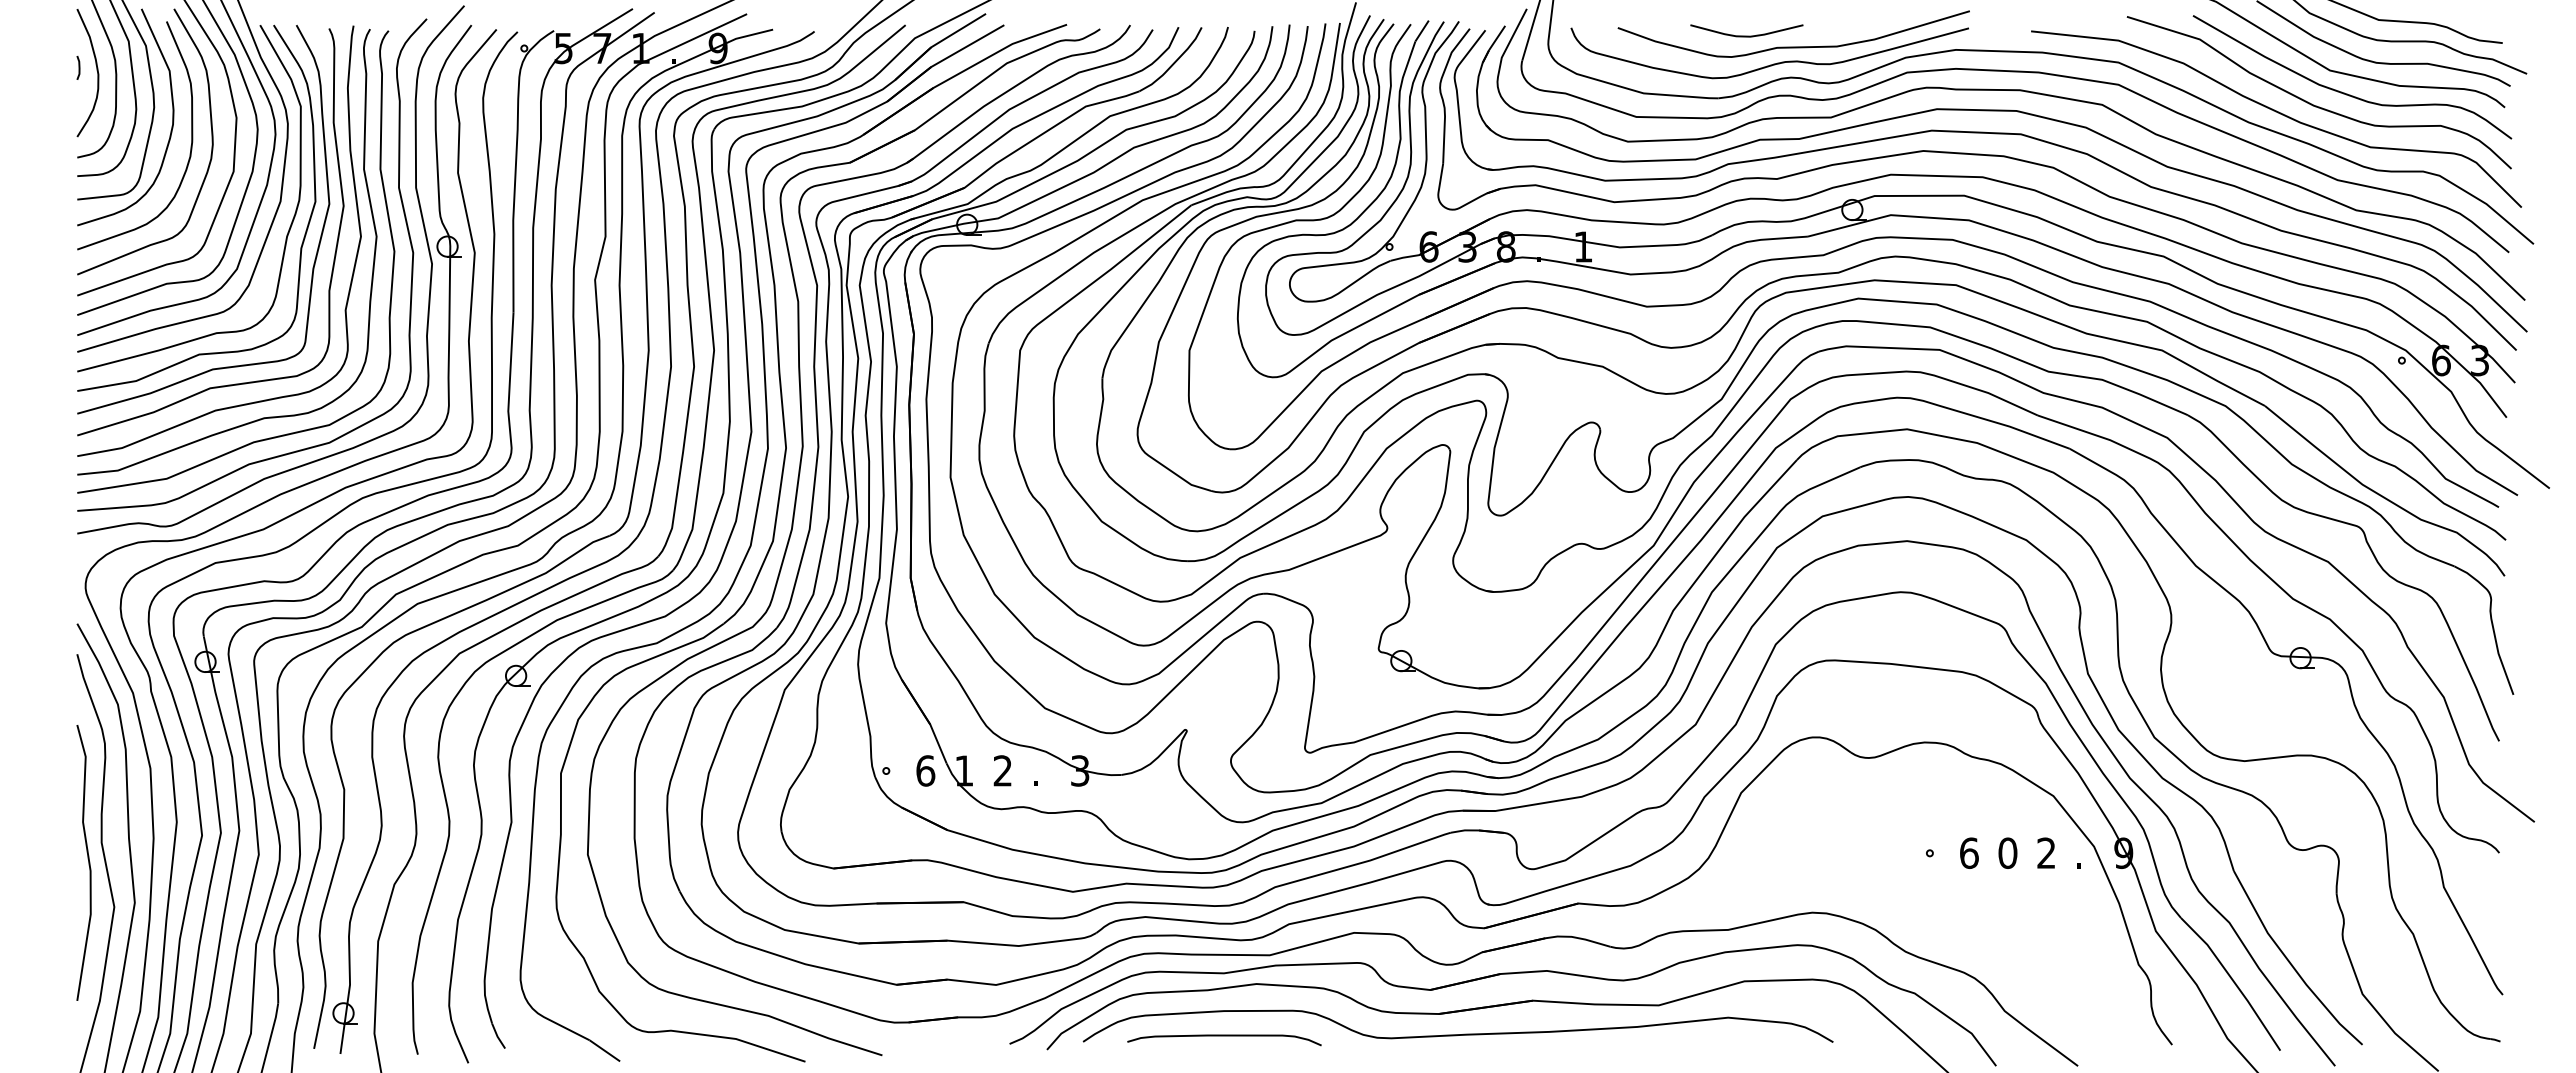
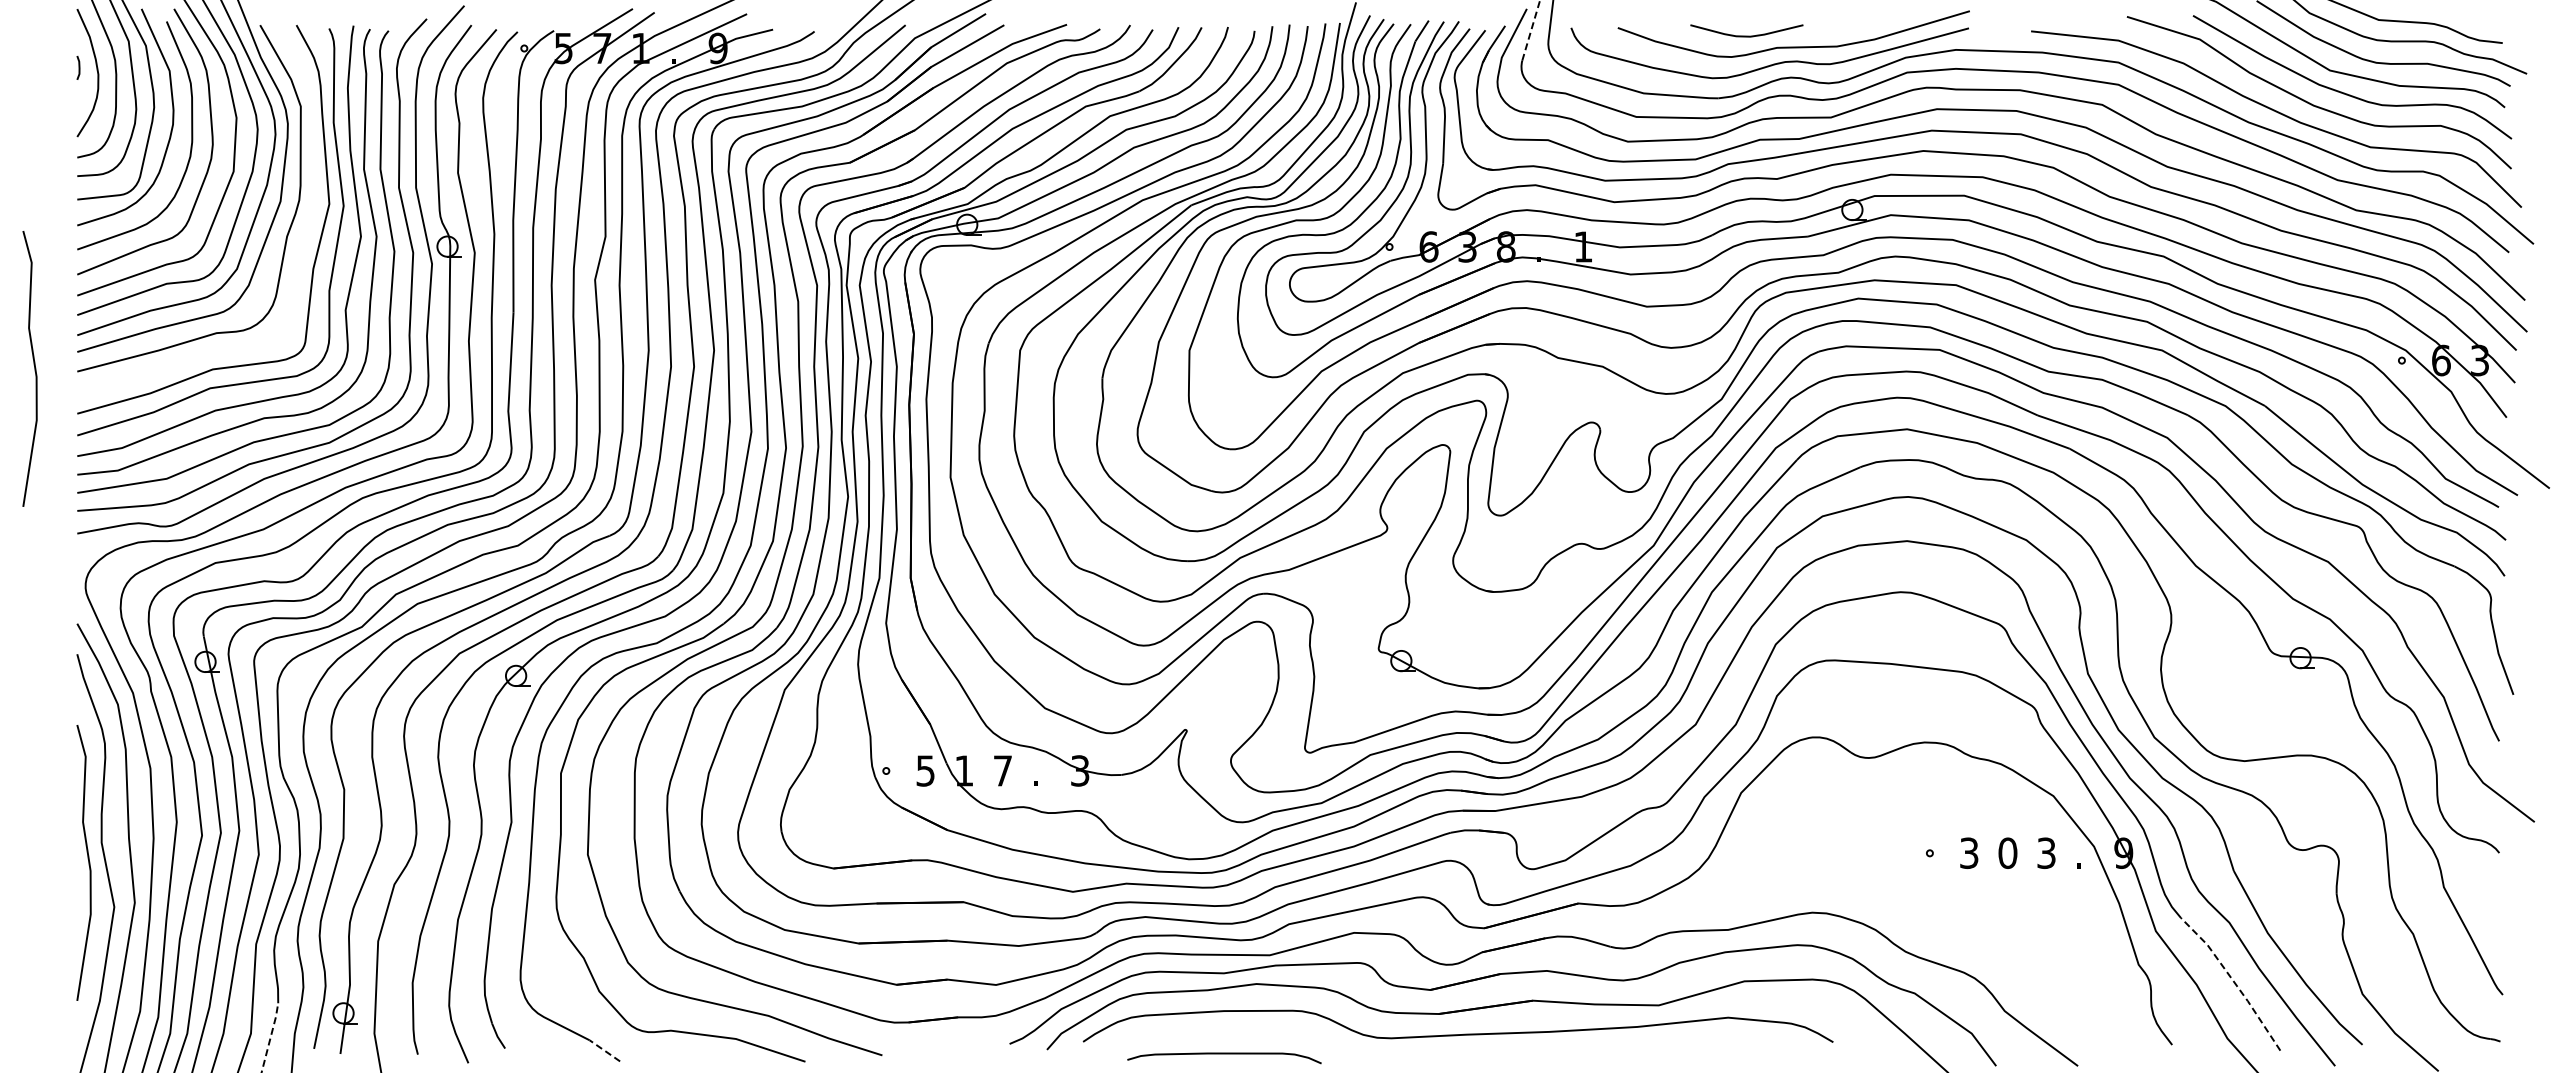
line at (1531, 30): solid -> dashed
curve at (301, 243): present -> none
curve at (33, 365): none -> present
text at (925, 770): 6 -> 5
text at (1002, 770): 2 -> 7
text at (1969, 853): 6 -> 3
text at (2046, 853): 2 -> 3
line at (2233, 981): solid -> dashed
curve at (1224, 1036) position: (1224, 1036) -> (1224, 1054)
line at (270, 1037): solid -> dashed
line at (604, 1050): solid -> dashed
